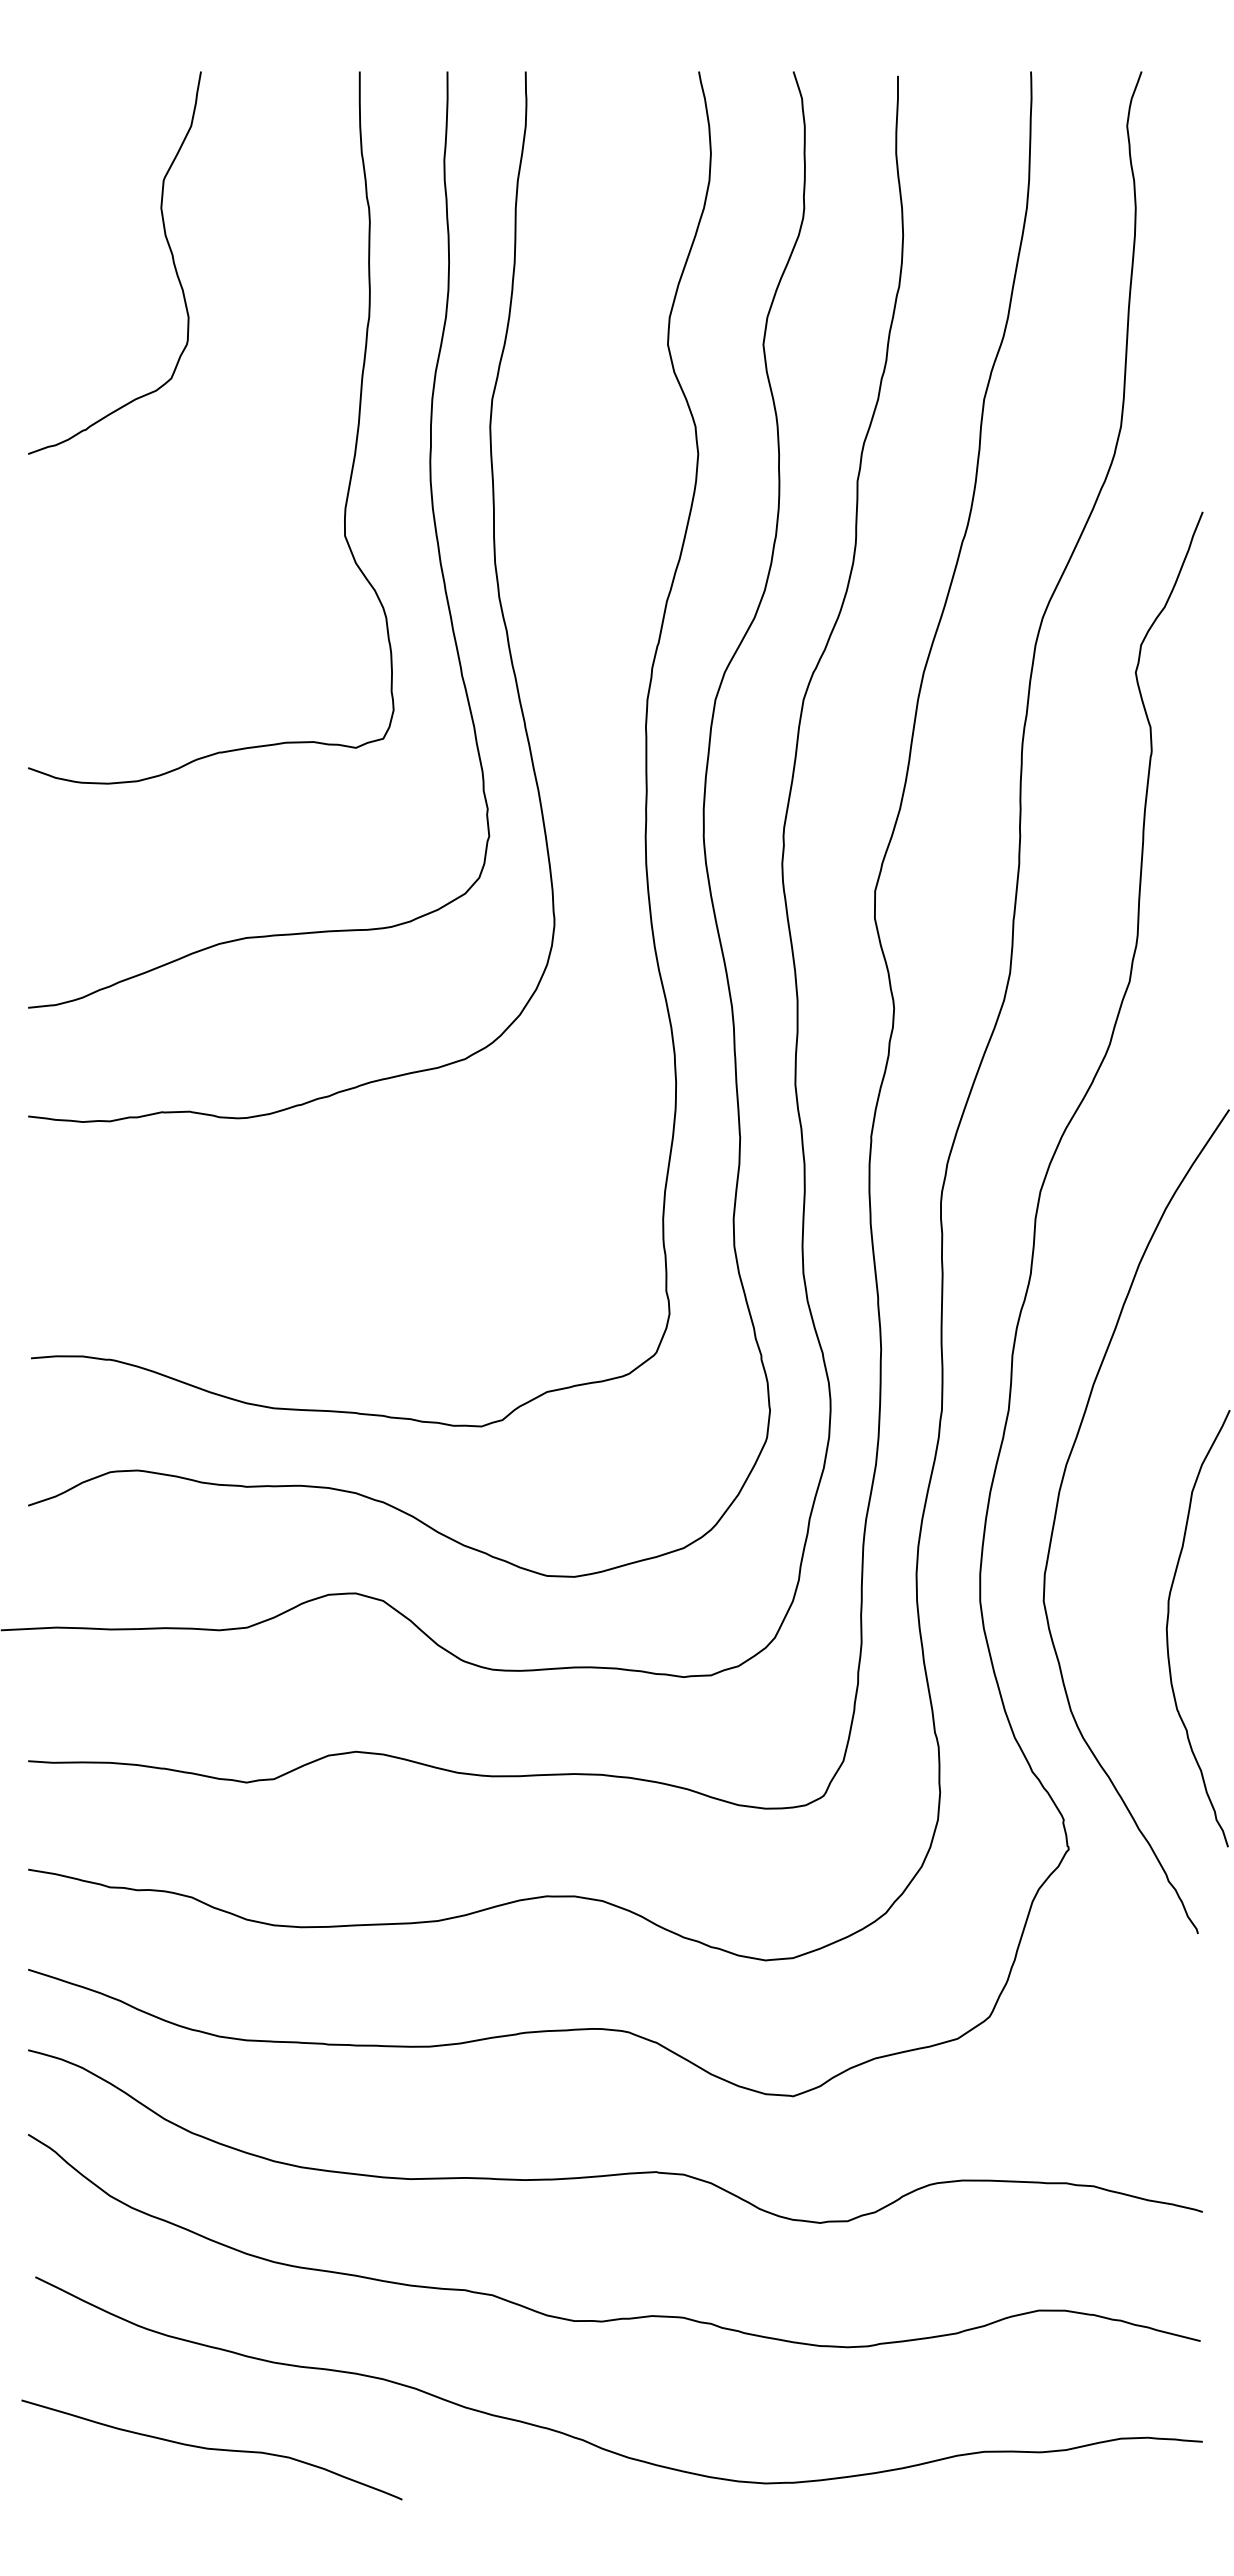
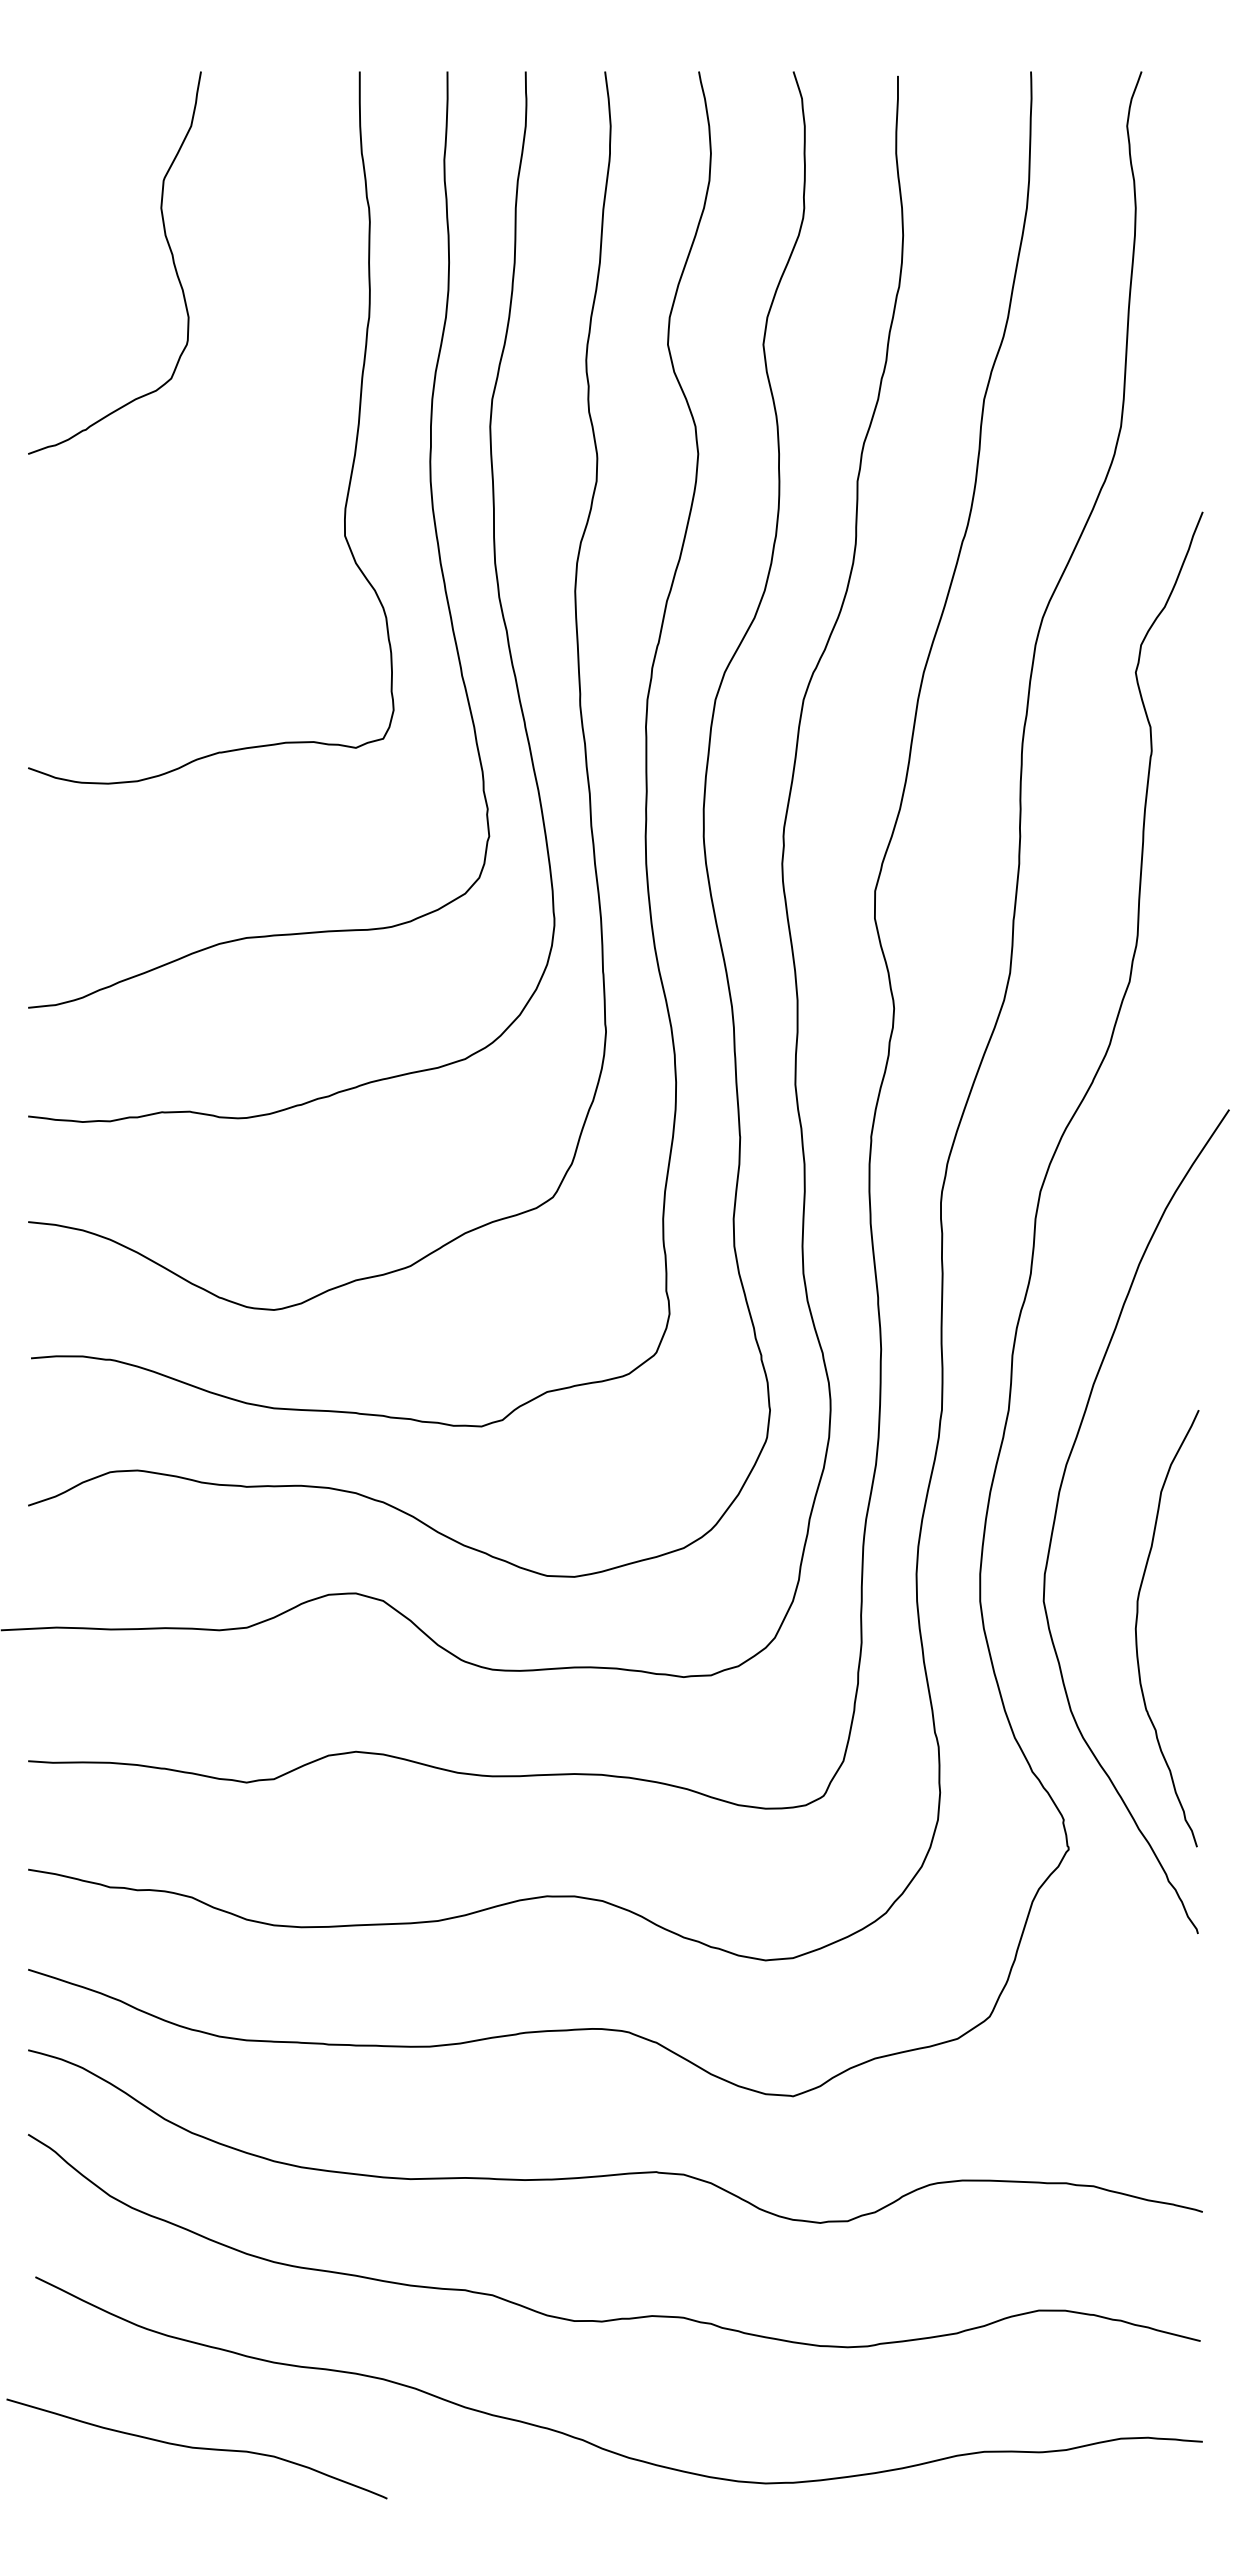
curve at (577, 667): none -> present
curve at (1168, 1624) position: (1168, 1624) -> (1137, 1624)
curve at (211, 2449) position: (211, 2449) -> (196, 2448)
